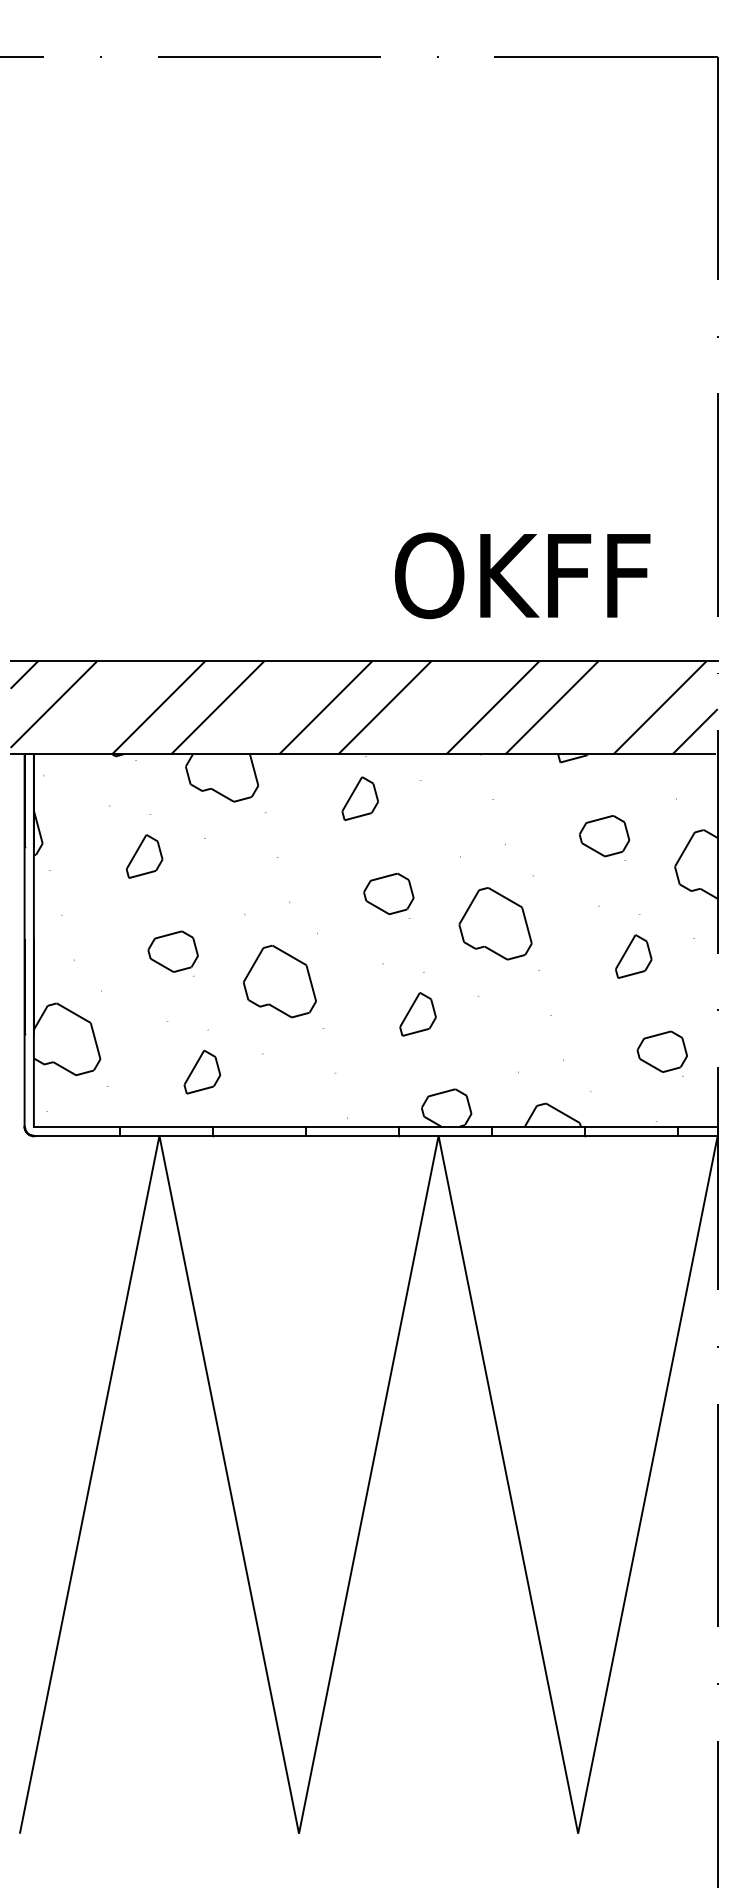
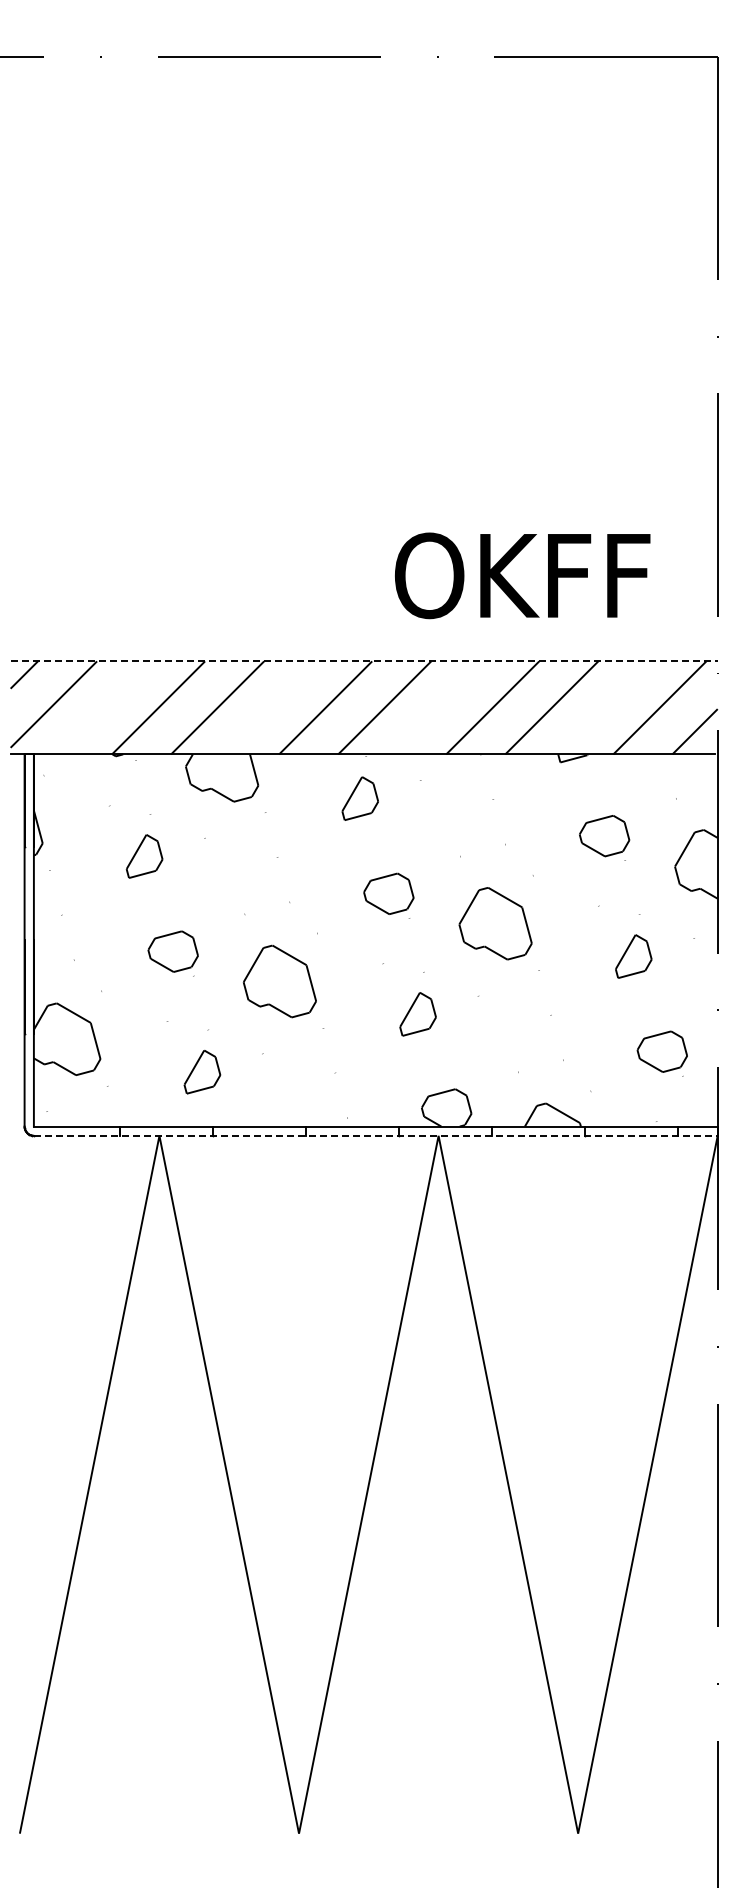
line at (364, 661): solid -> dashed
line at (375, 1135): solid -> dashed
